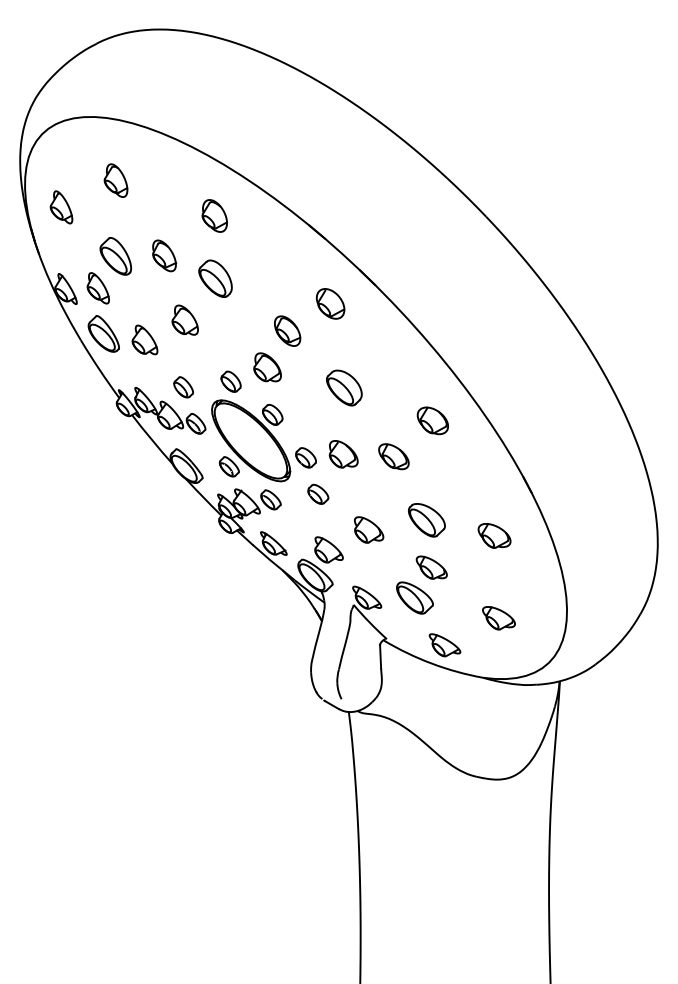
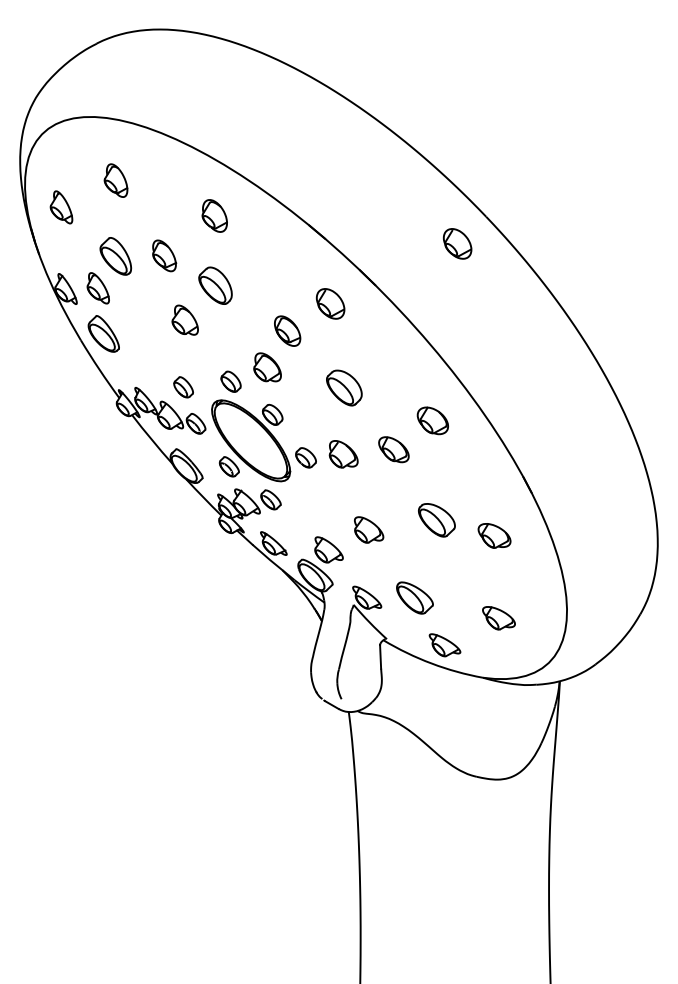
part at (457, 243): none -> present
part at (215, 278) position: (215, 278) -> (215, 285)
part at (144, 339): present -> none
part at (393, 456) position: (393, 456) -> (393, 449)
part at (318, 493): present -> none
part at (426, 520) position: (426, 520) -> (436, 520)
part at (431, 567): present -> none
